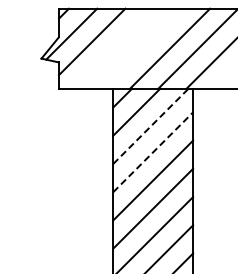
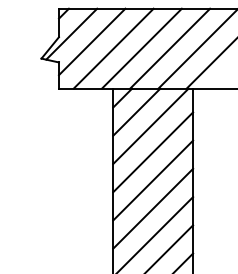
line at (113, 48): none -> present
line at (141, 48): none -> present
line at (151, 125): dashed -> solid
line at (153, 151): dashed -> solid
